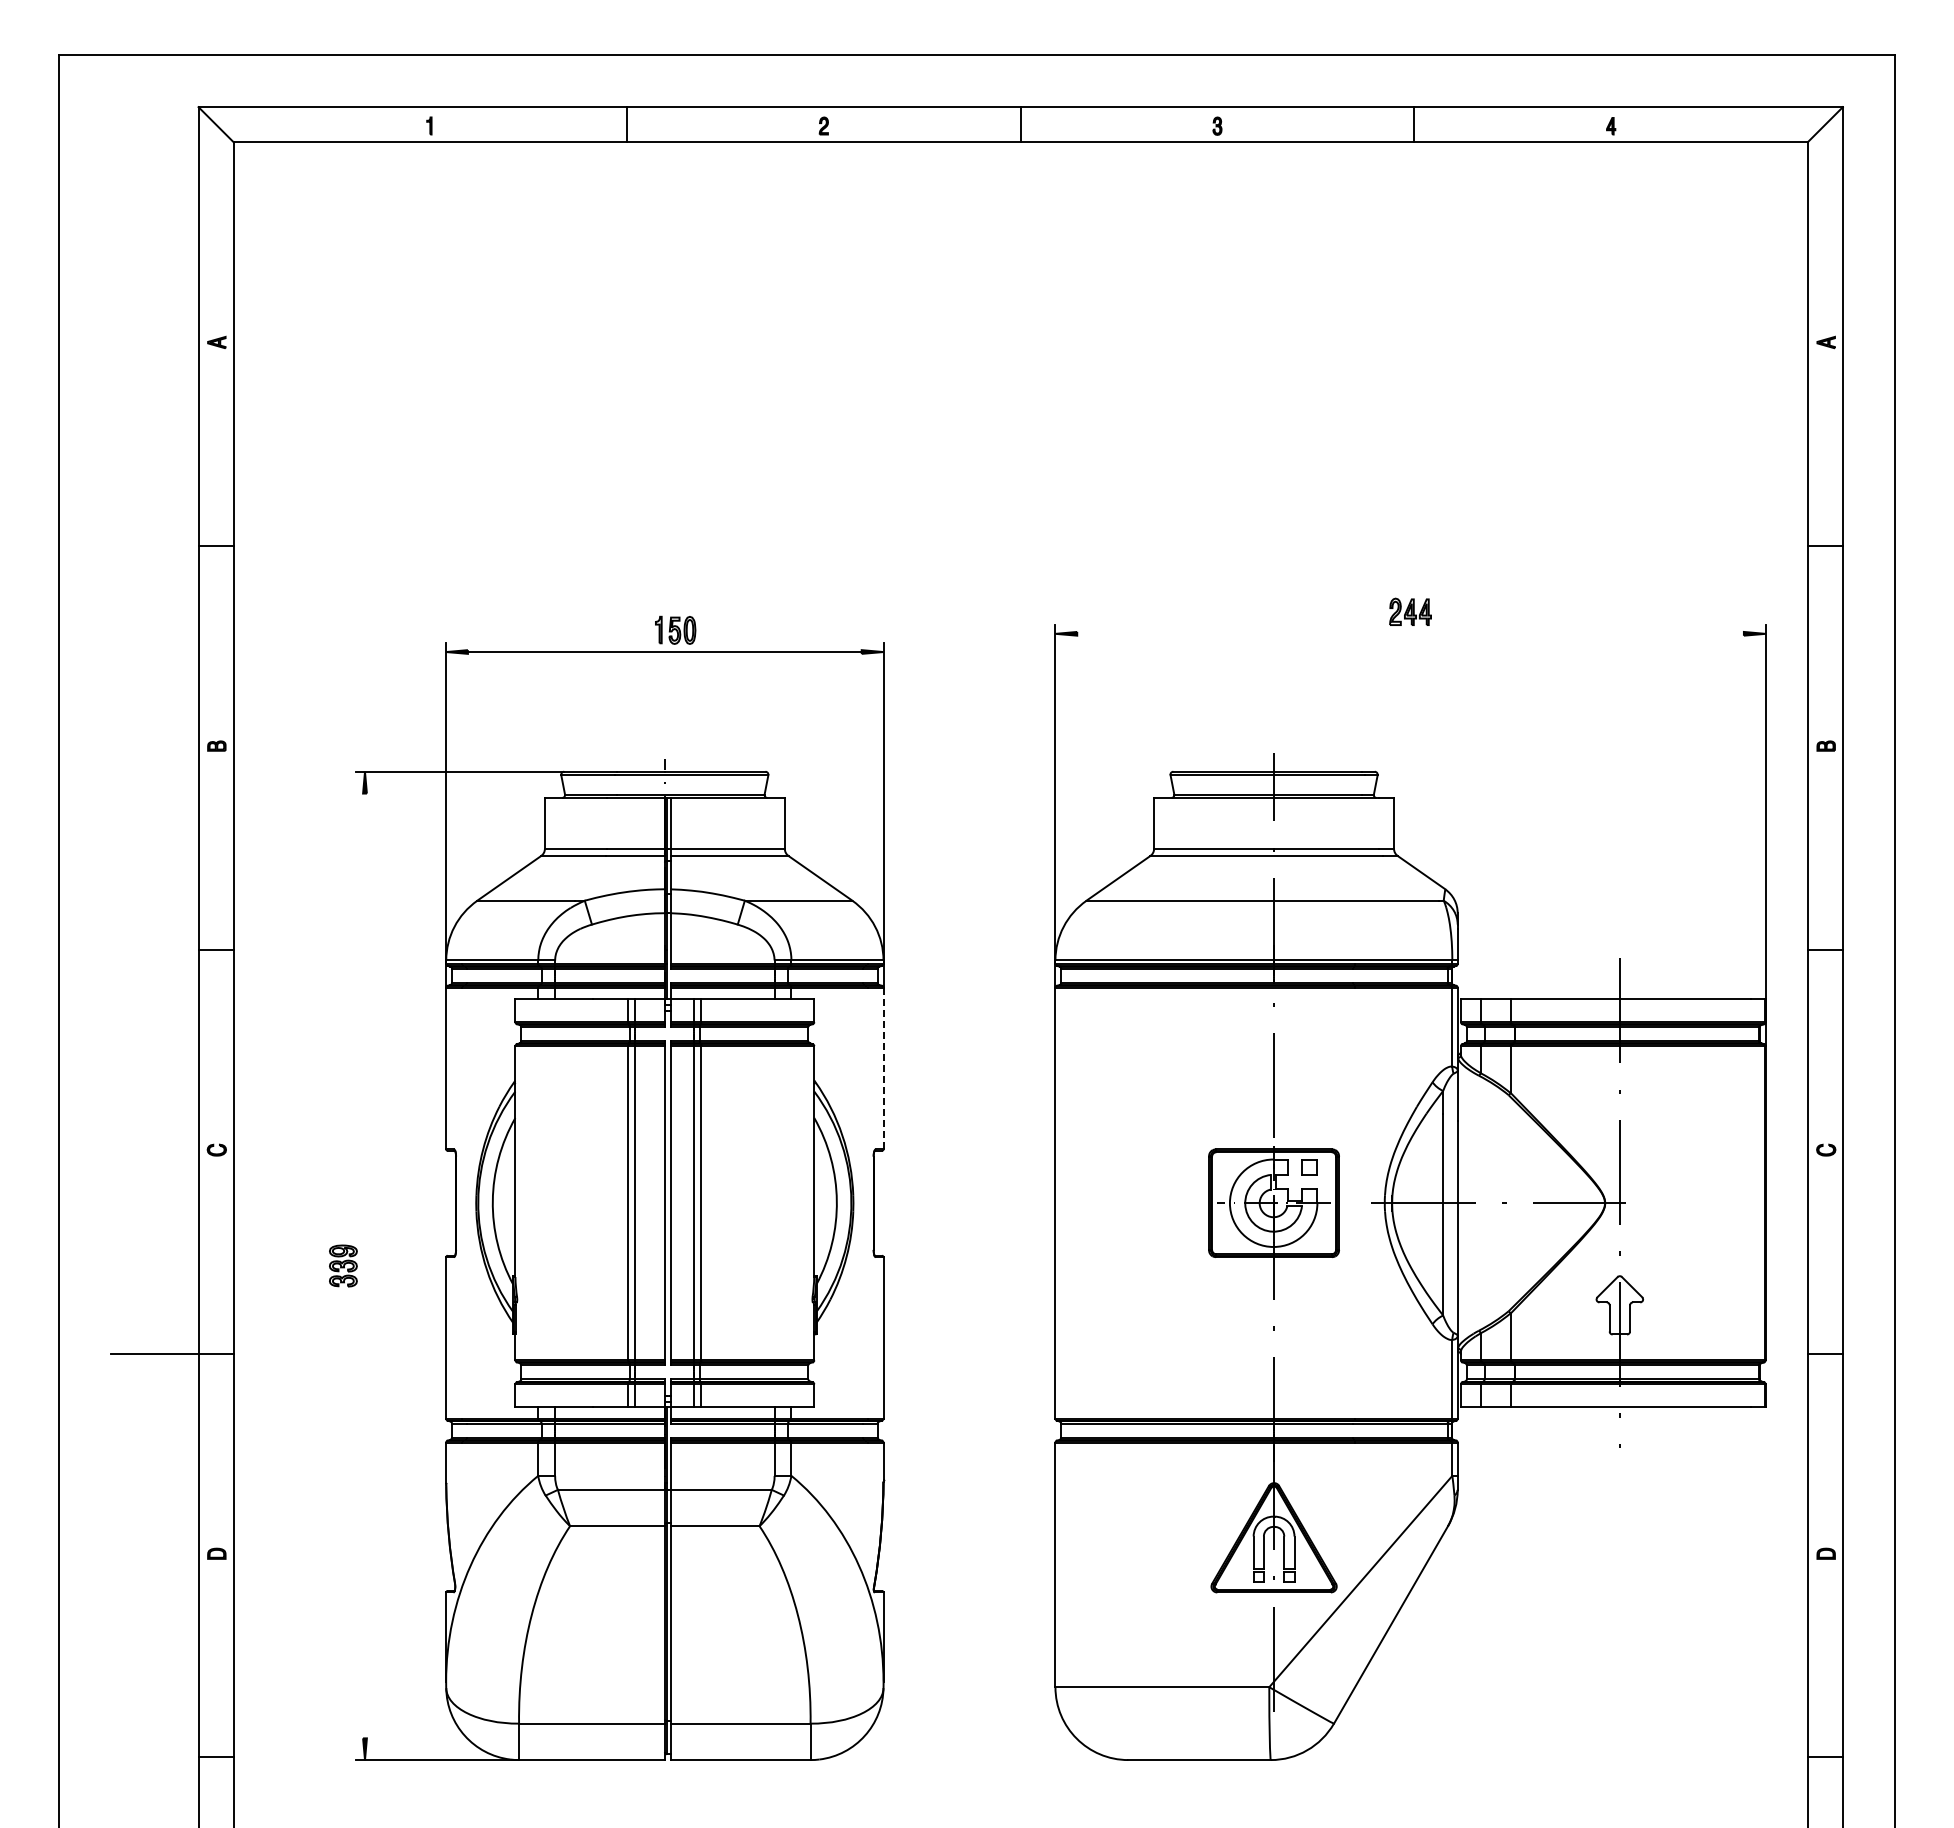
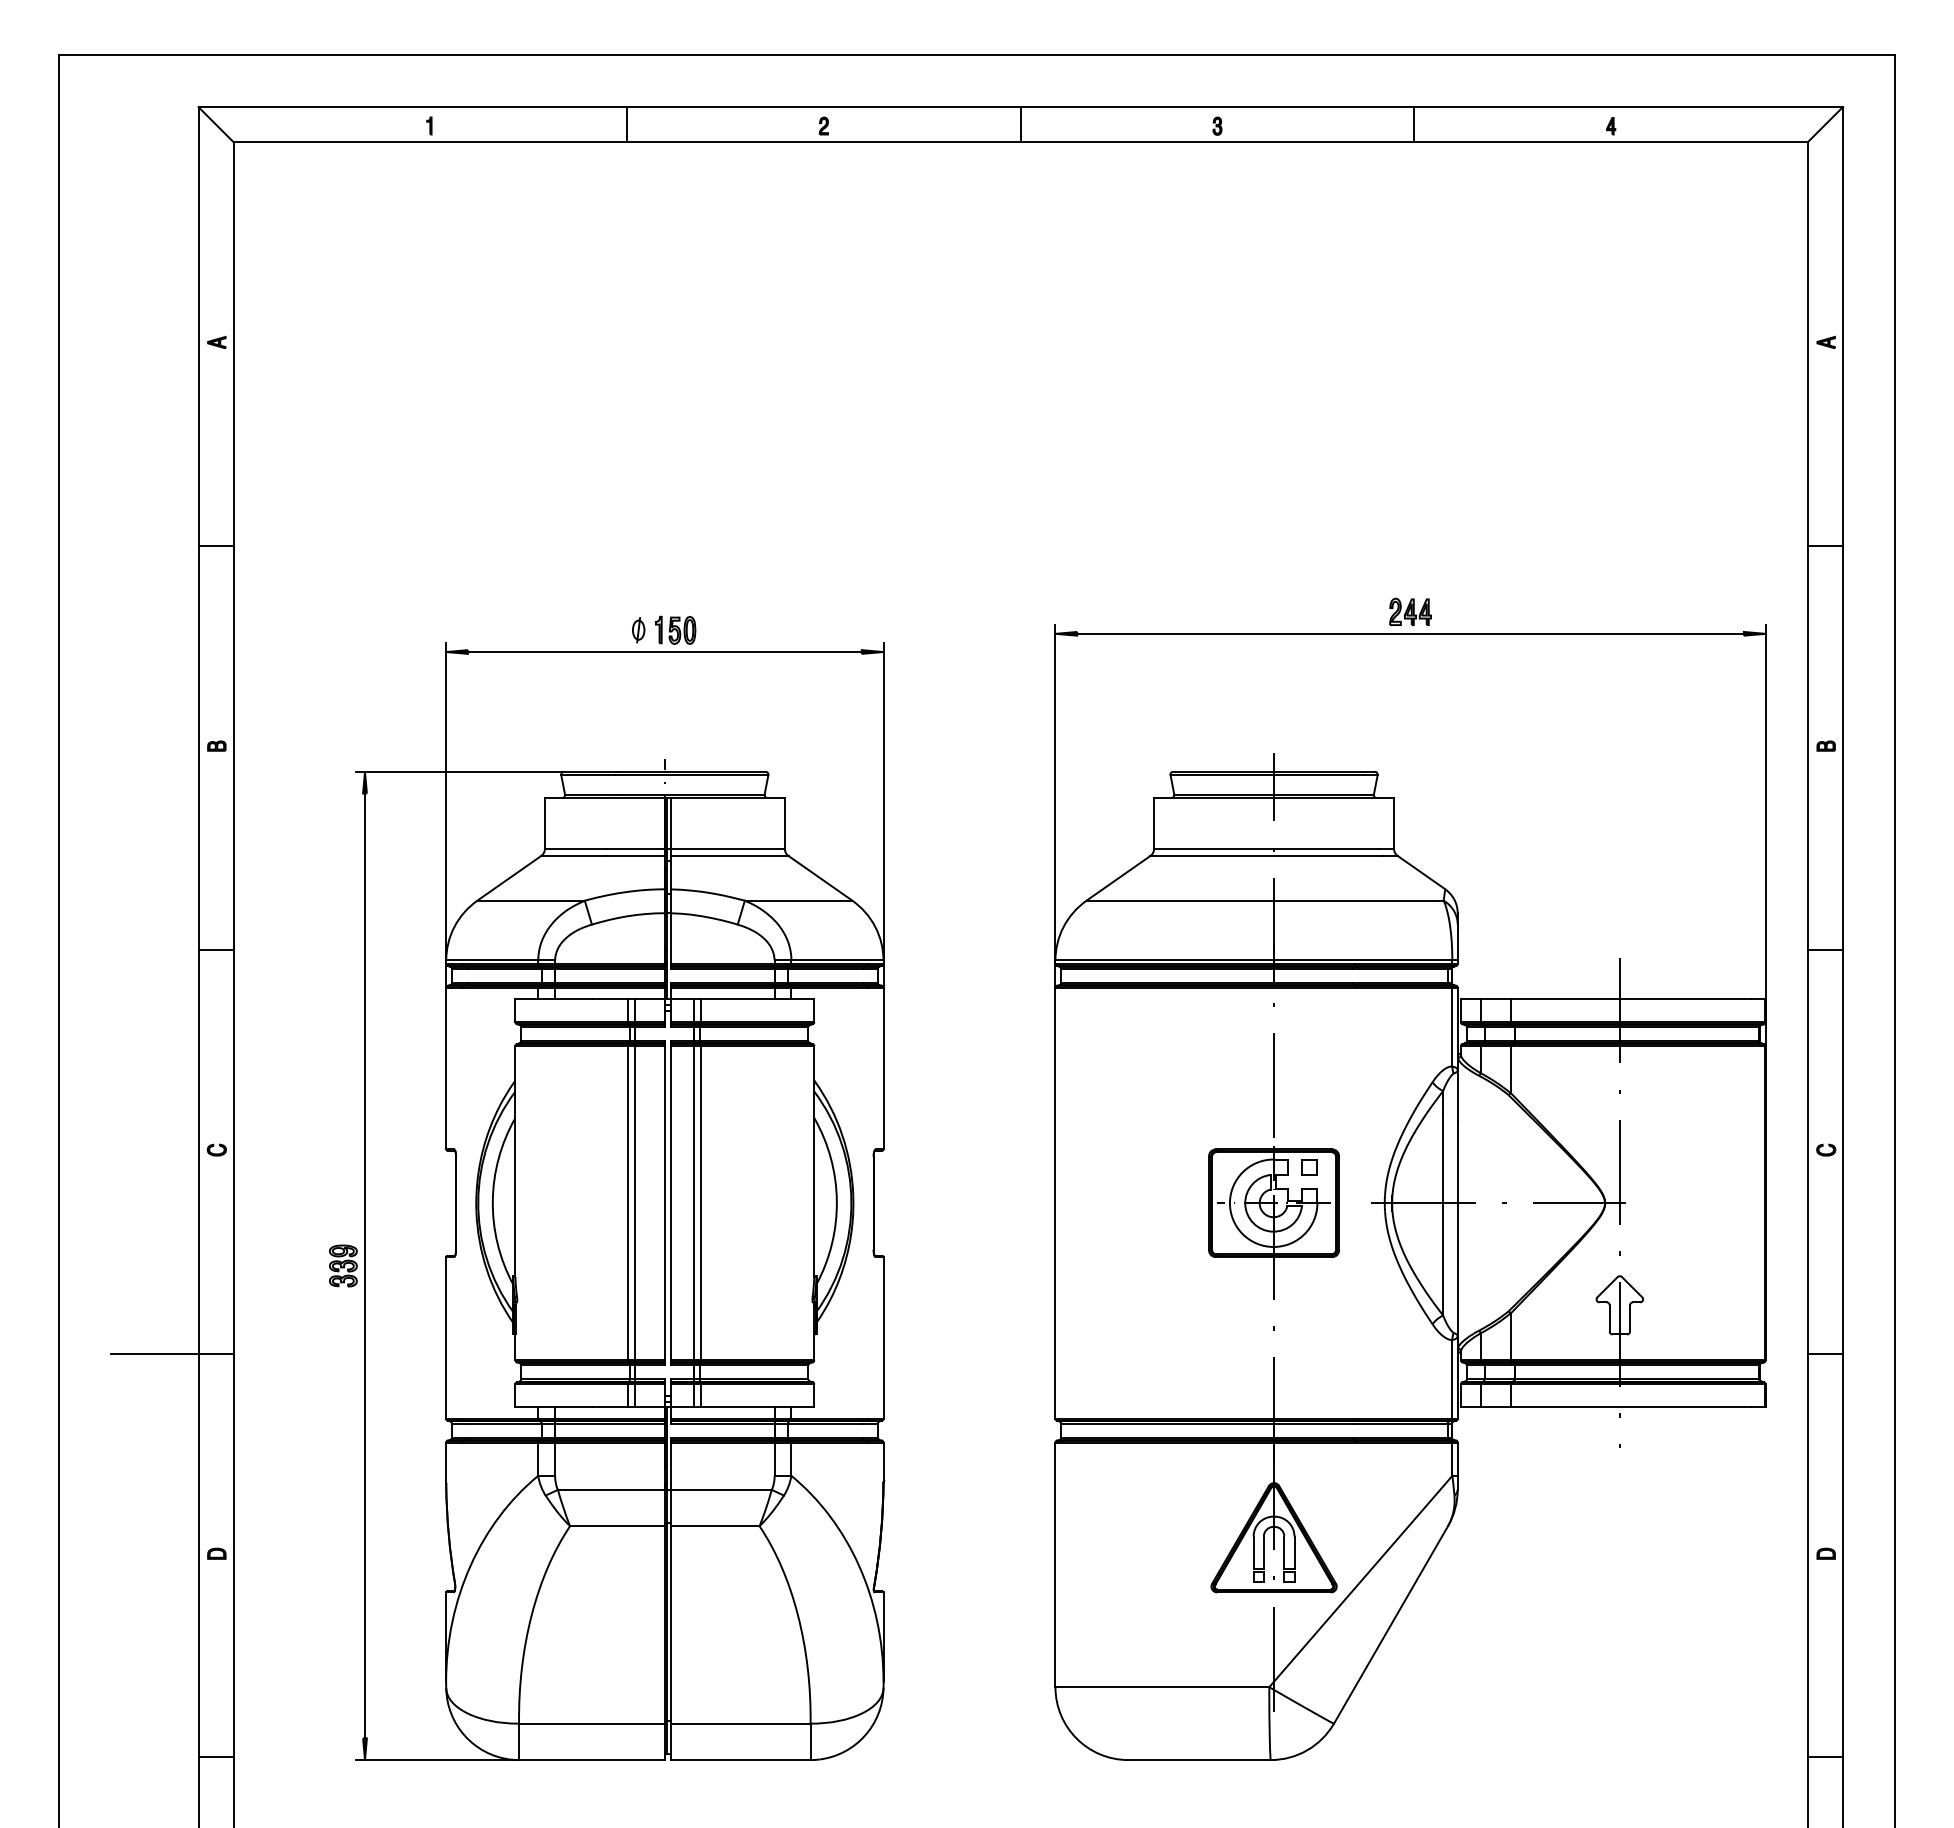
part at (638, 630): none -> present
line at (1410, 633): none -> present
line at (883, 1068): dashed -> solid
line at (365, 1265): none -> present
